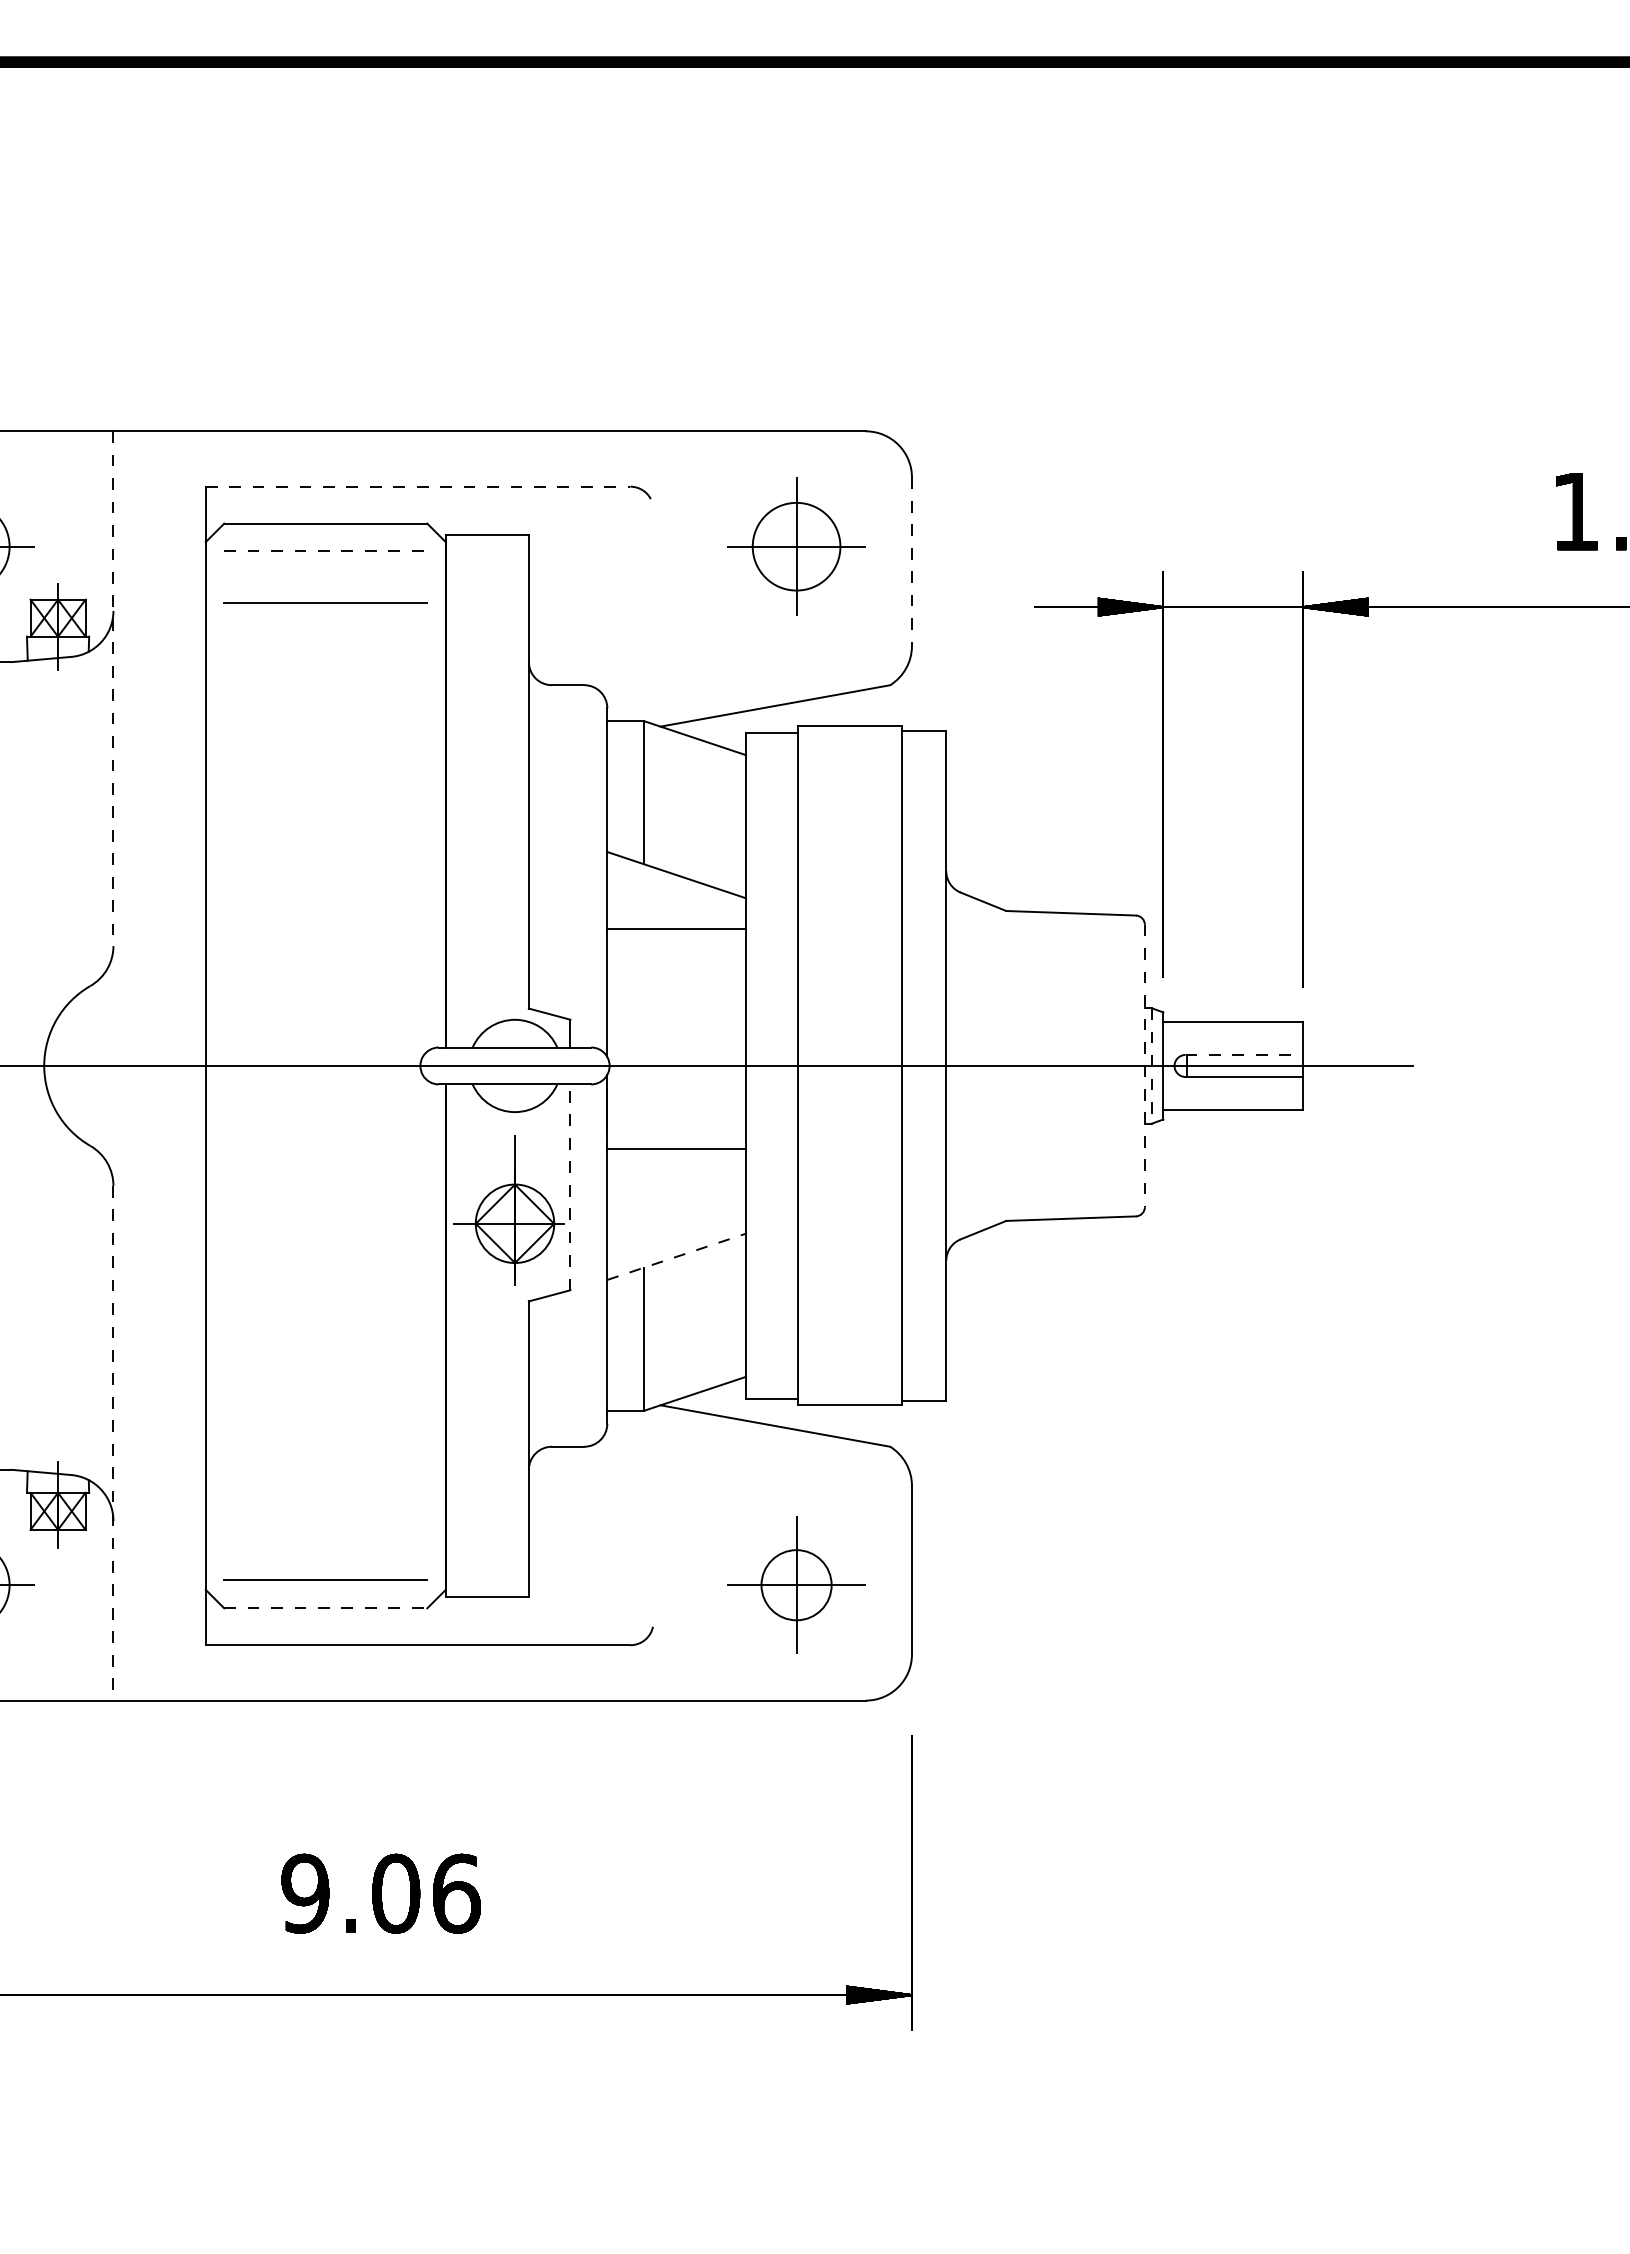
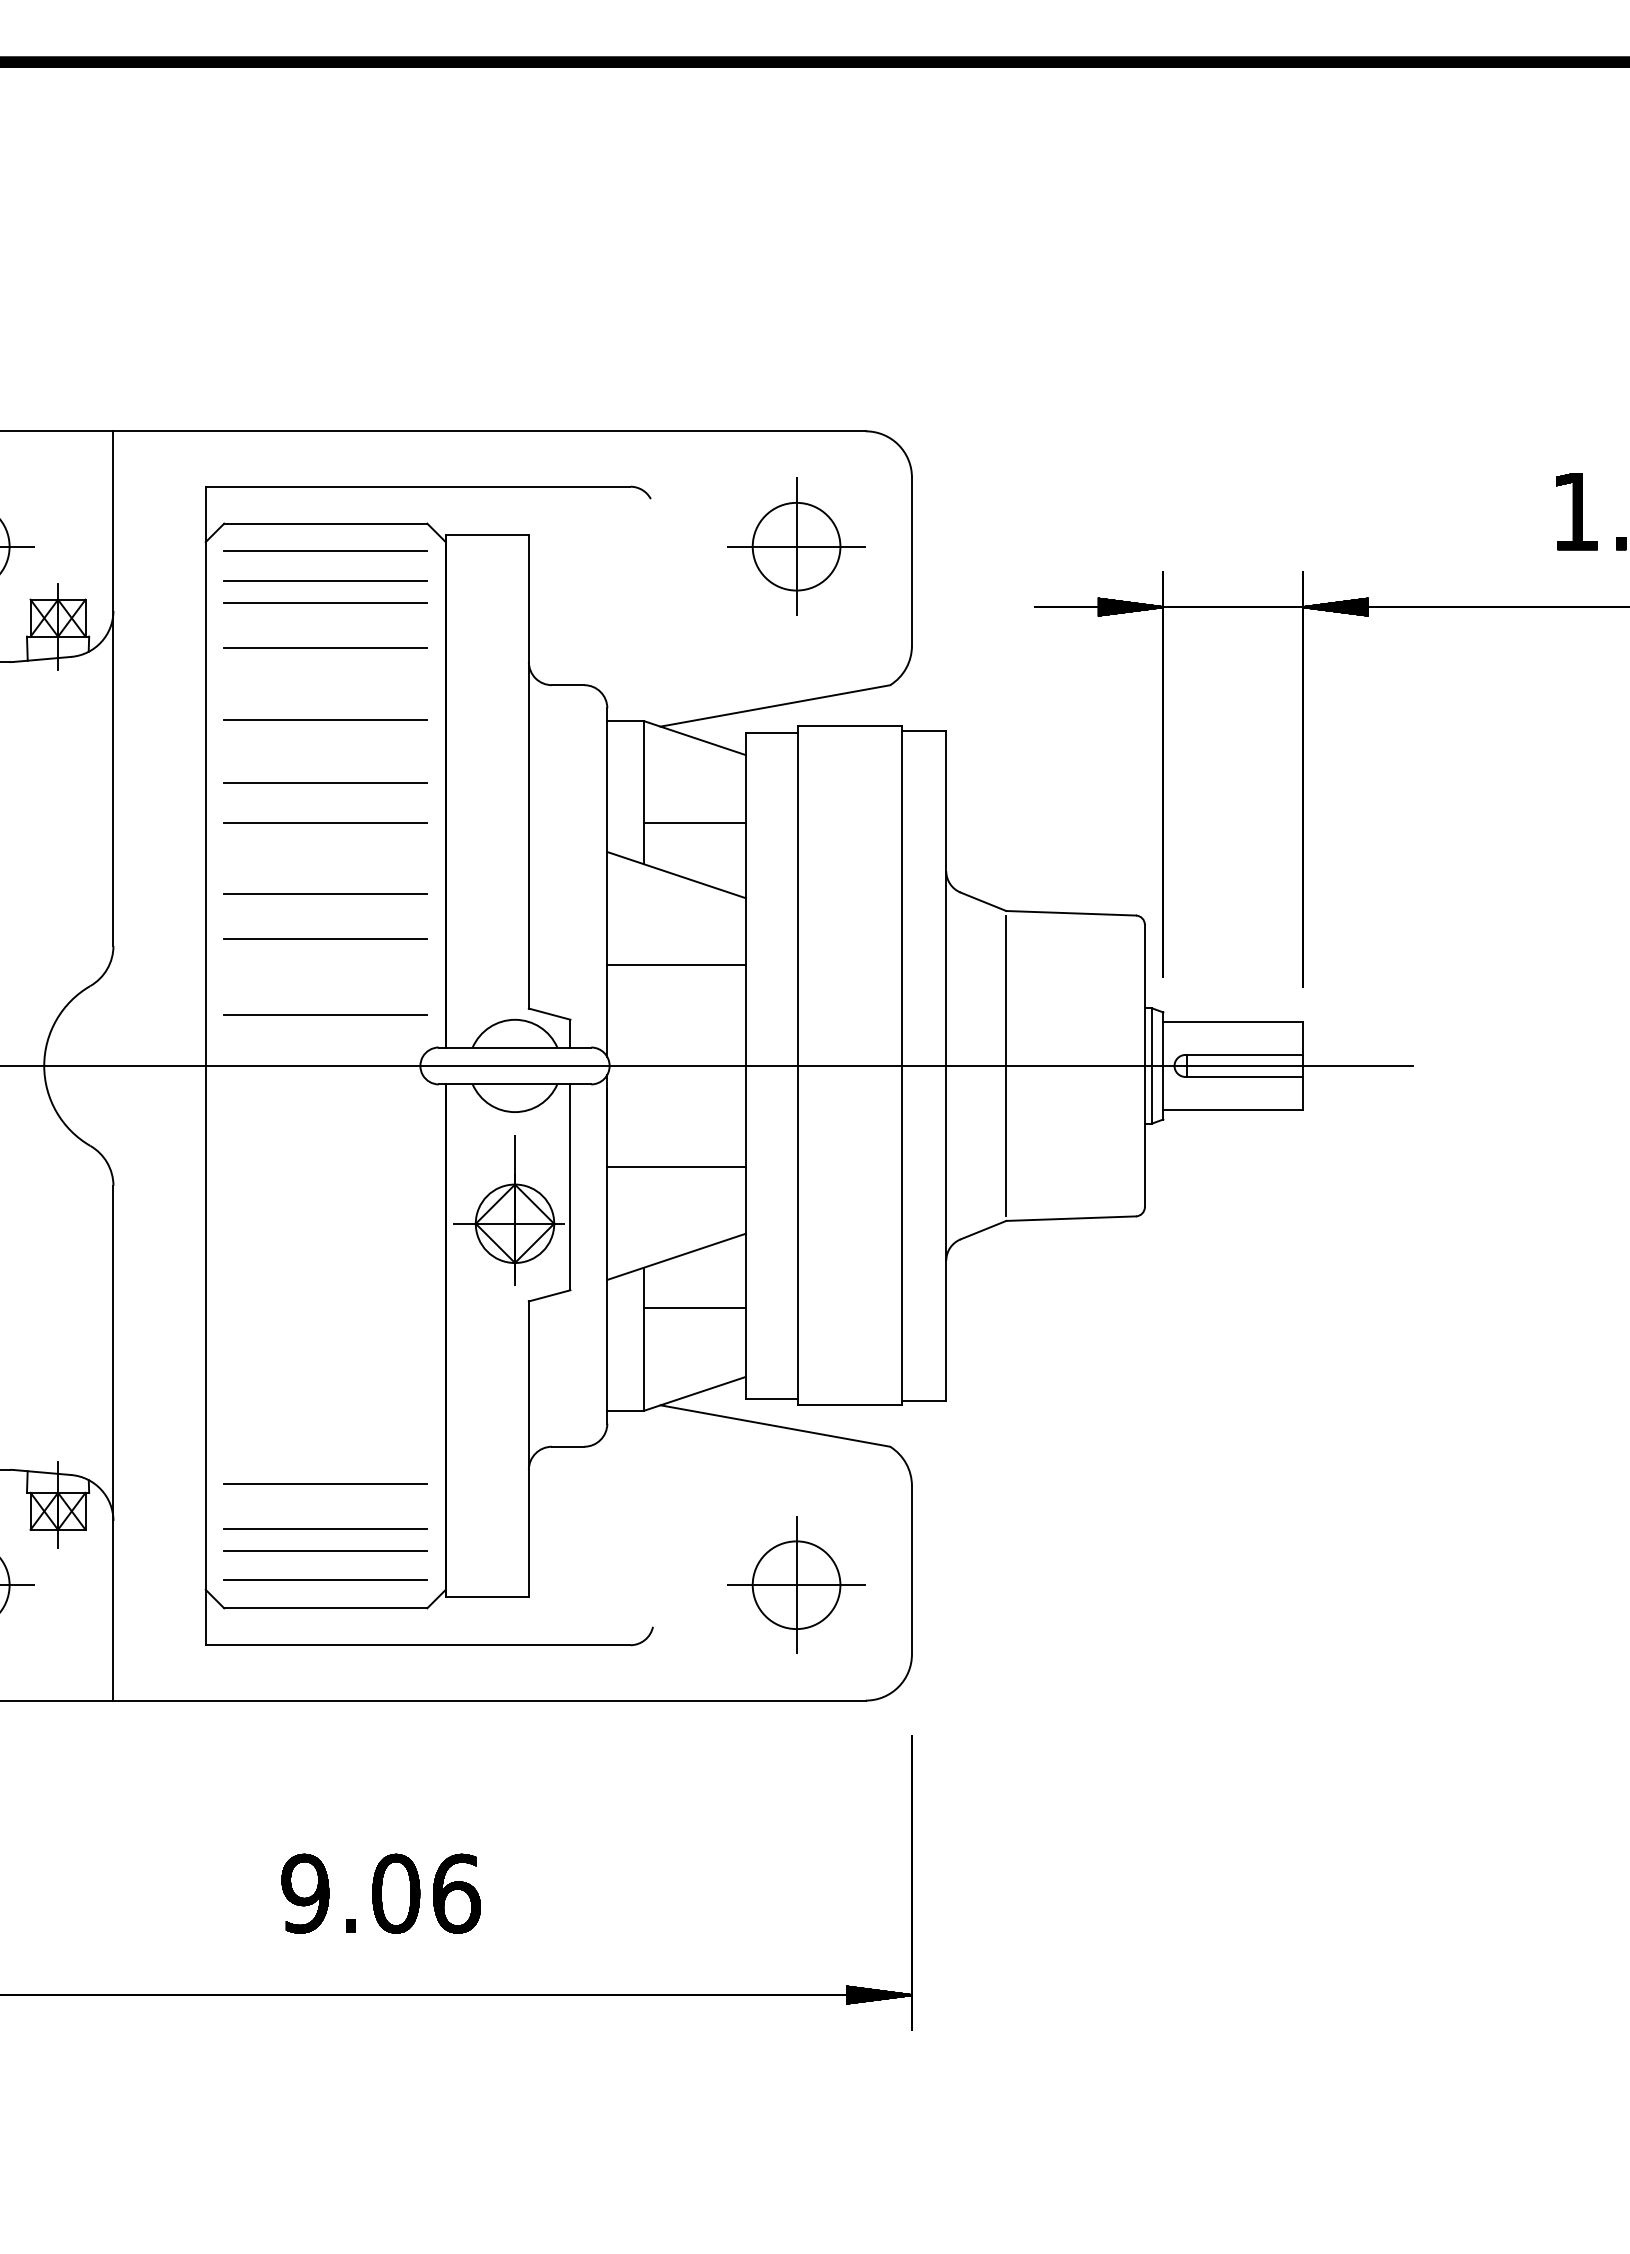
line at (418, 486): dashed -> solid
line at (325, 551): dashed -> solid
line at (911, 562): dashed -> solid
line at (325, 580): none -> present
line at (325, 648): none -> present
line at (113, 689): dashed -> solid
line at (325, 719): none -> present
line at (325, 782): none -> present
line at (325, 823): none -> present
line at (694, 823): none -> present
line at (325, 894): none -> present
line at (676, 929) position: (676, 929) -> (676, 965)
line at (325, 938): none -> present
line at (325, 1015): none -> present
line at (1244, 1054): dashed -> solid
line at (1006, 1065): none -> present
line at (1151, 1065): dashed -> solid
line at (1144, 1066): dashed -> solid
line at (676, 1148) position: (676, 1148) -> (676, 1166)
line at (570, 1187): dashed -> solid
line at (677, 1256): dashed -> solid
line at (694, 1308): none -> present
line at (113, 1443): dashed -> solid
line at (325, 1483): none -> present
line at (325, 1528): none -> present
line at (325, 1550): none -> present
circle at (796, 1585) diameter: 70 px -> 88 px
line at (325, 1608): dashed -> solid
